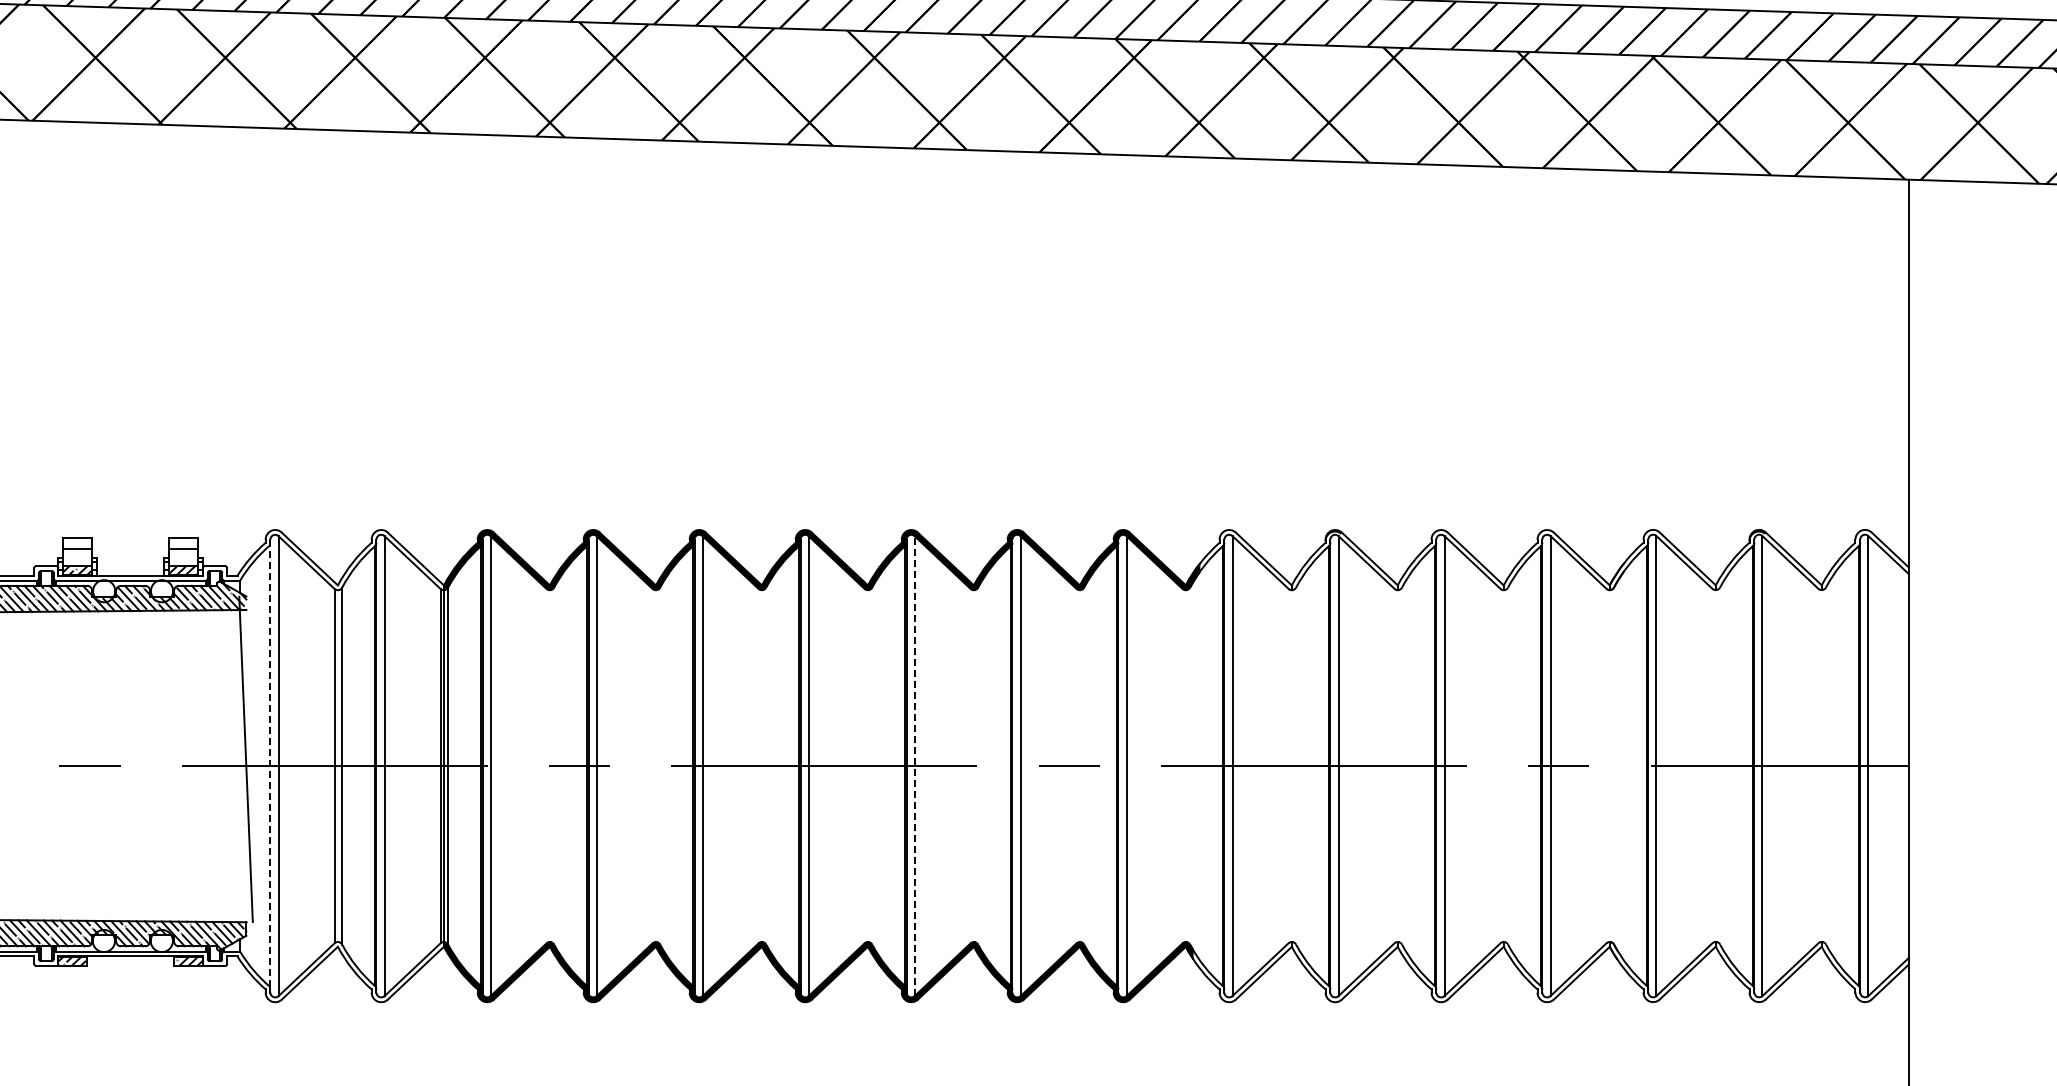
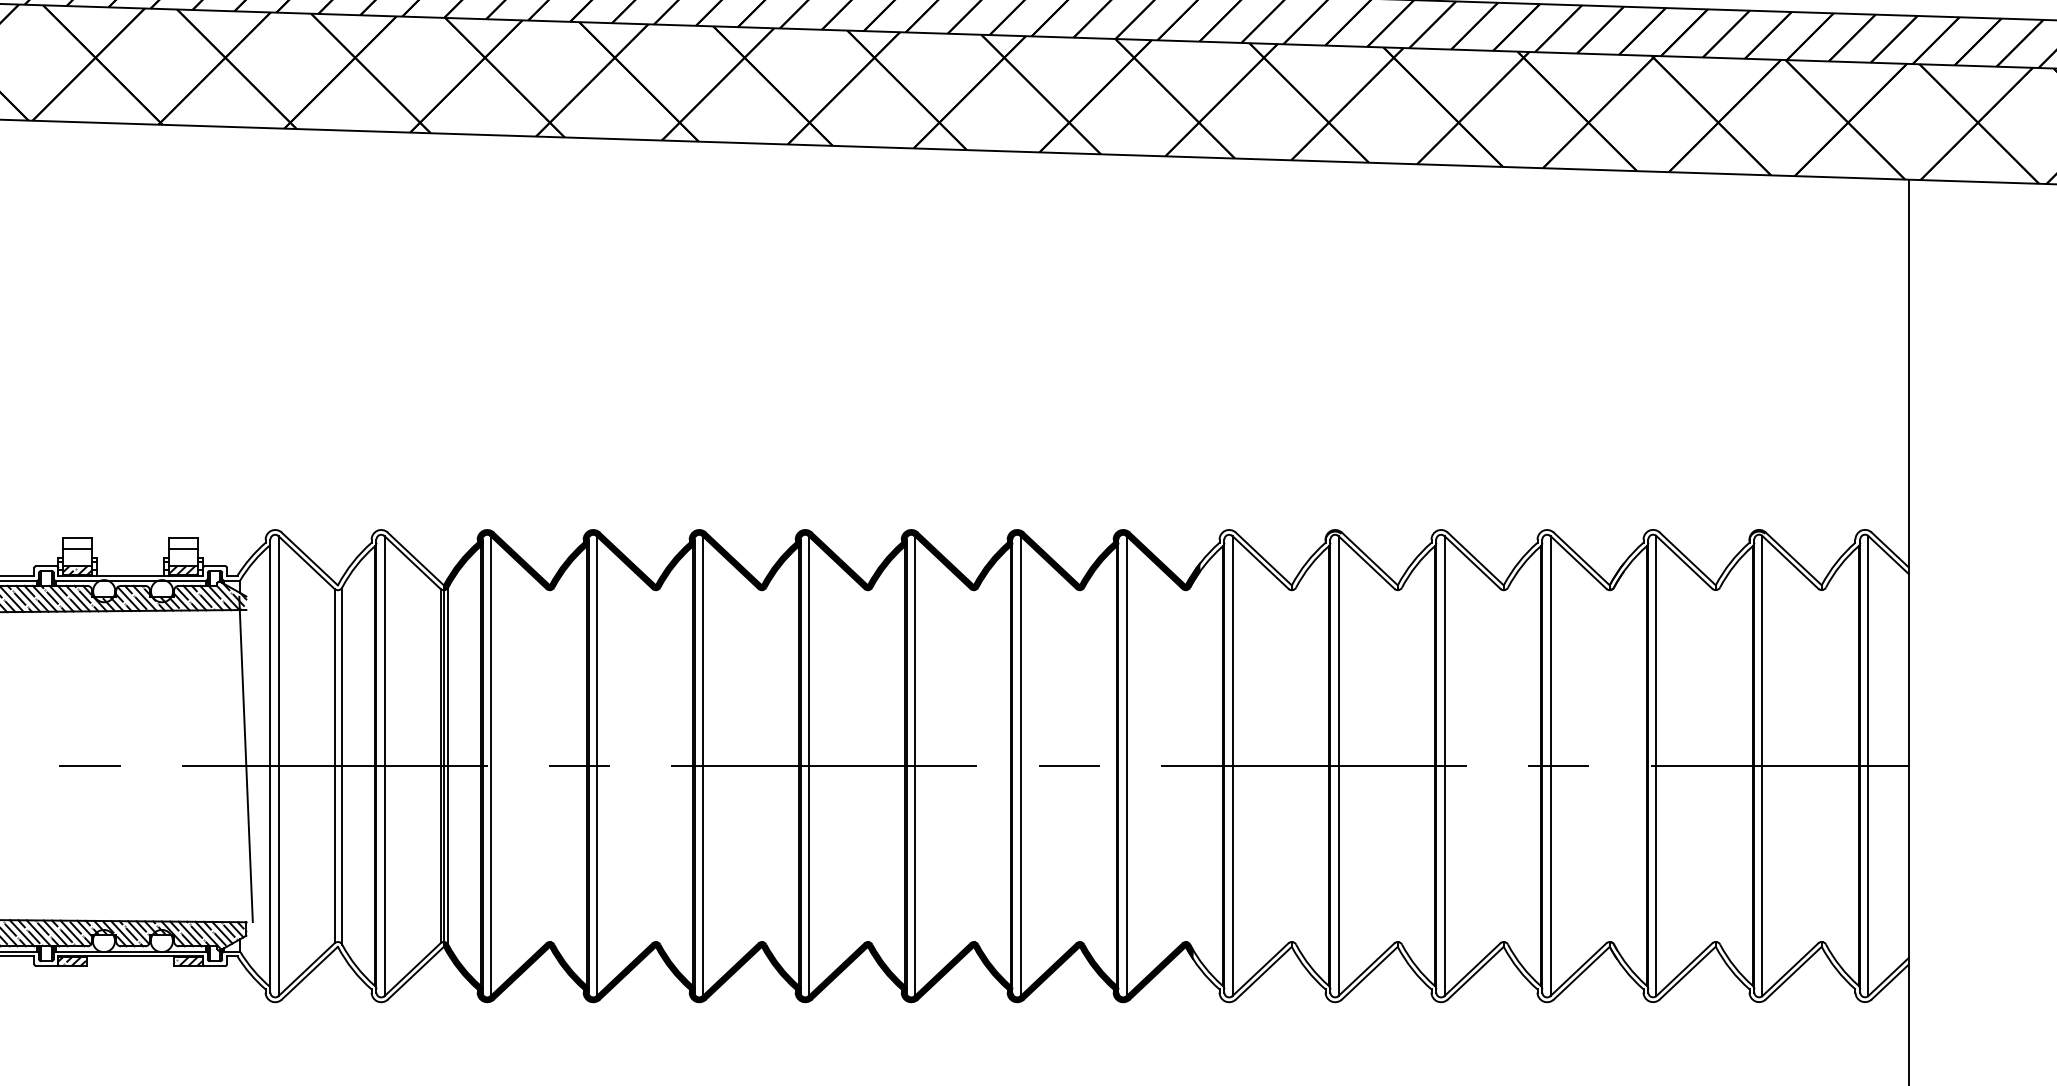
line at (270, 765): dashed -> solid
line at (914, 765): dashed -> solid
